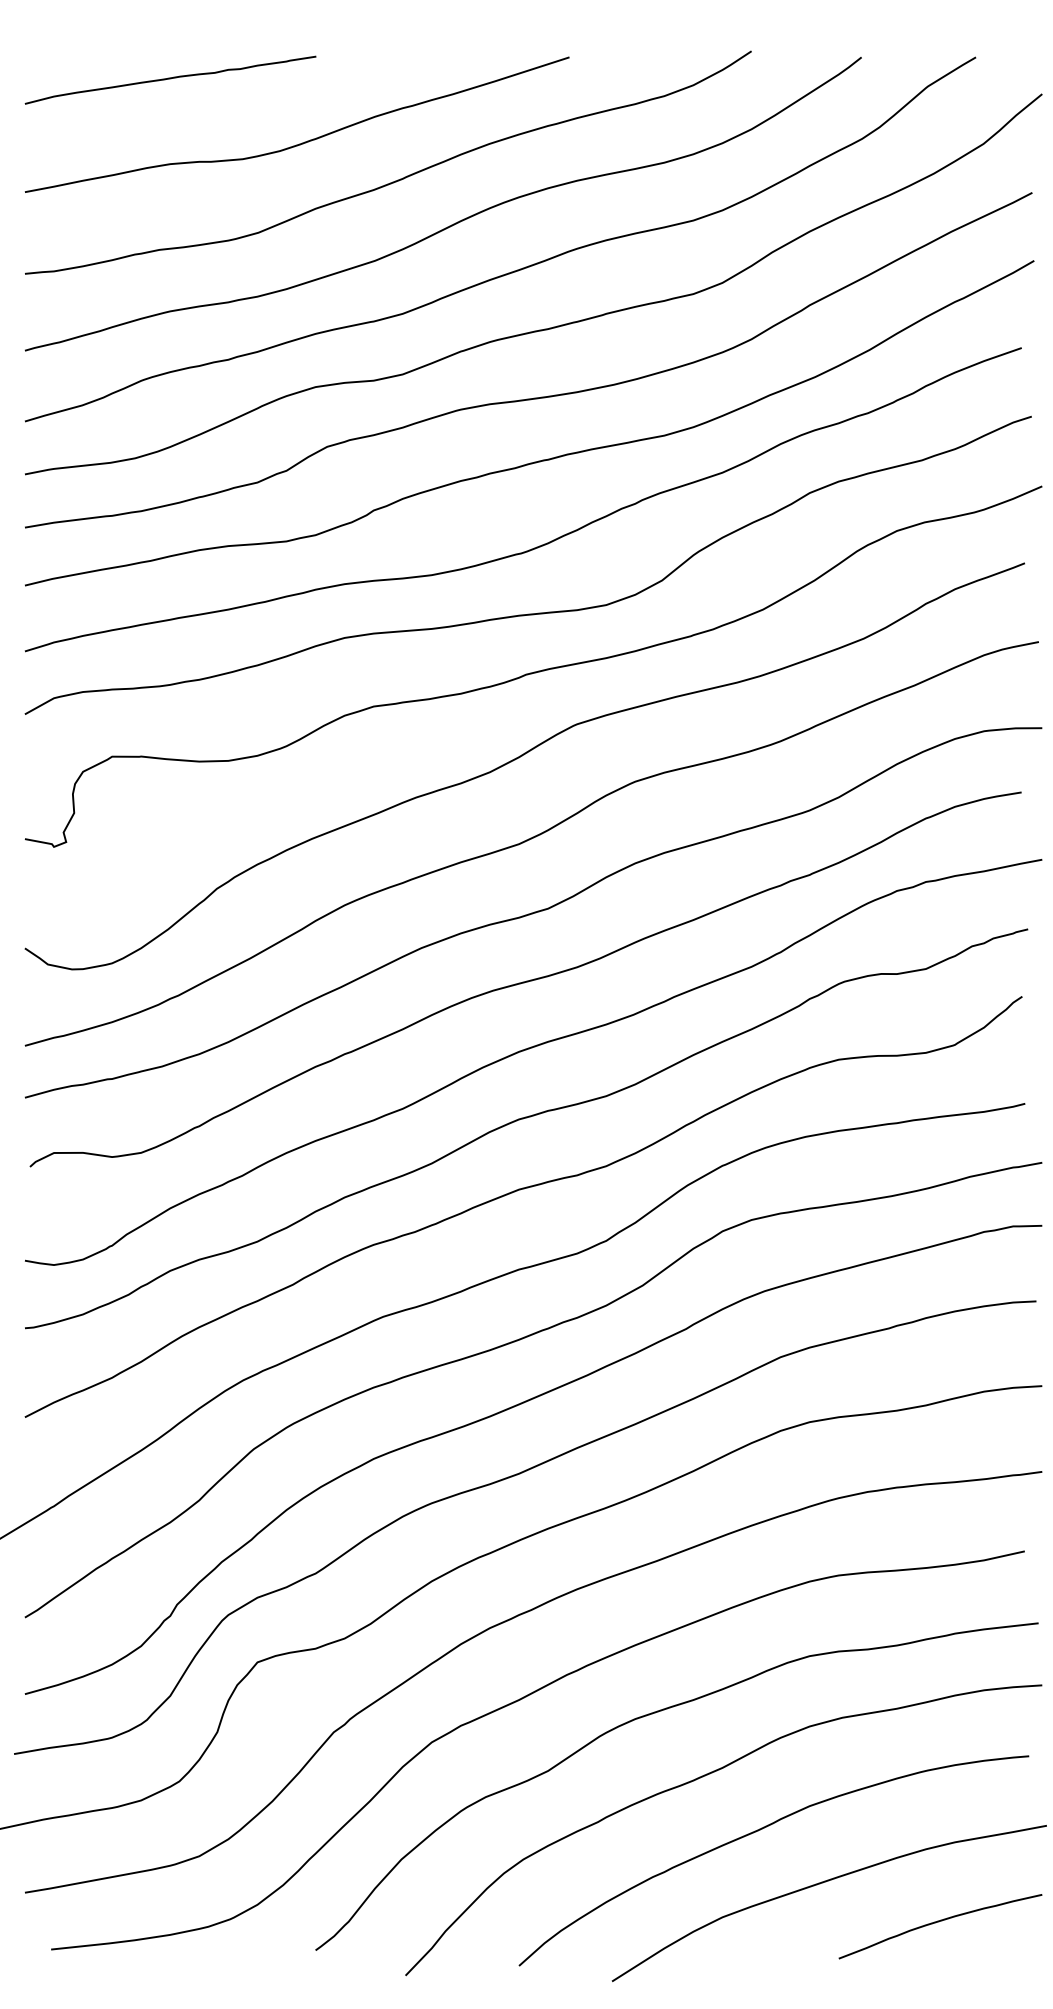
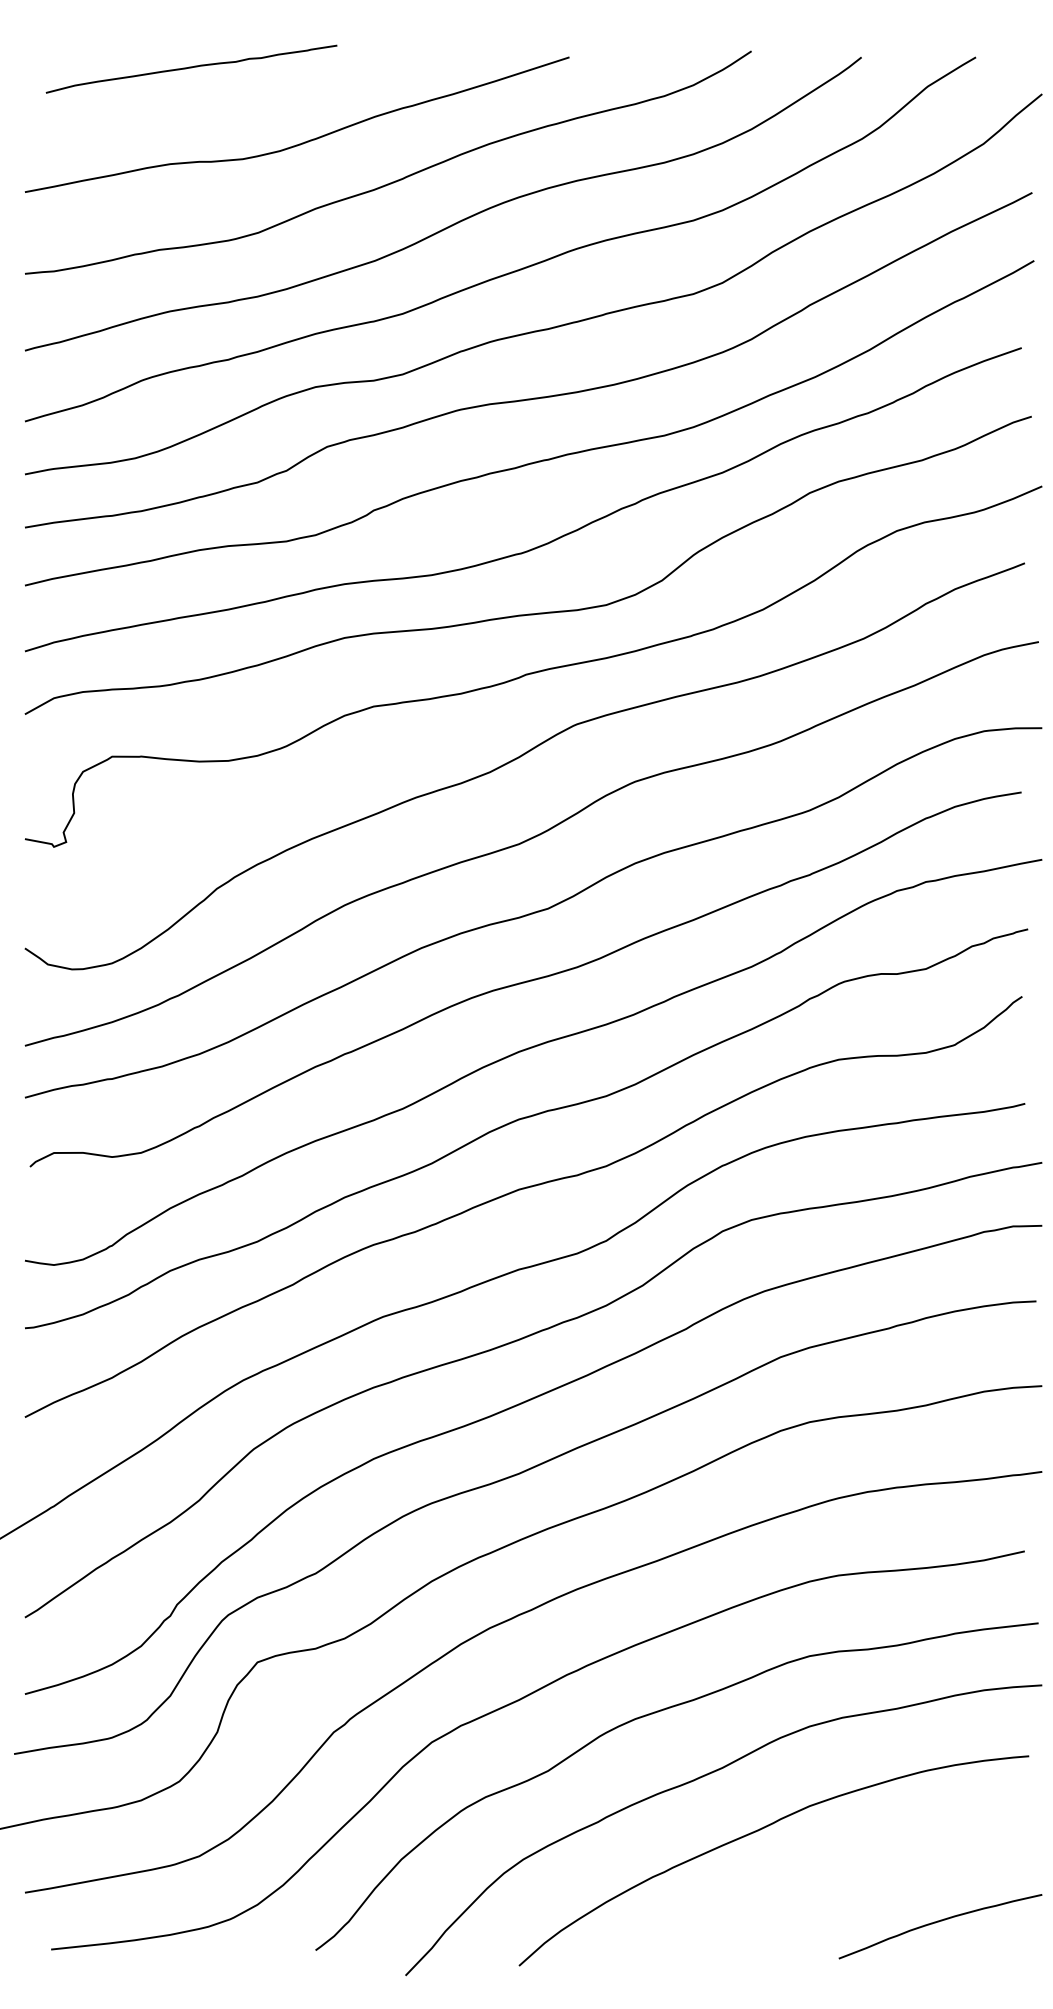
curve at (170, 79) position: (170, 79) -> (191, 68)
curve at (823, 1883): present -> none
